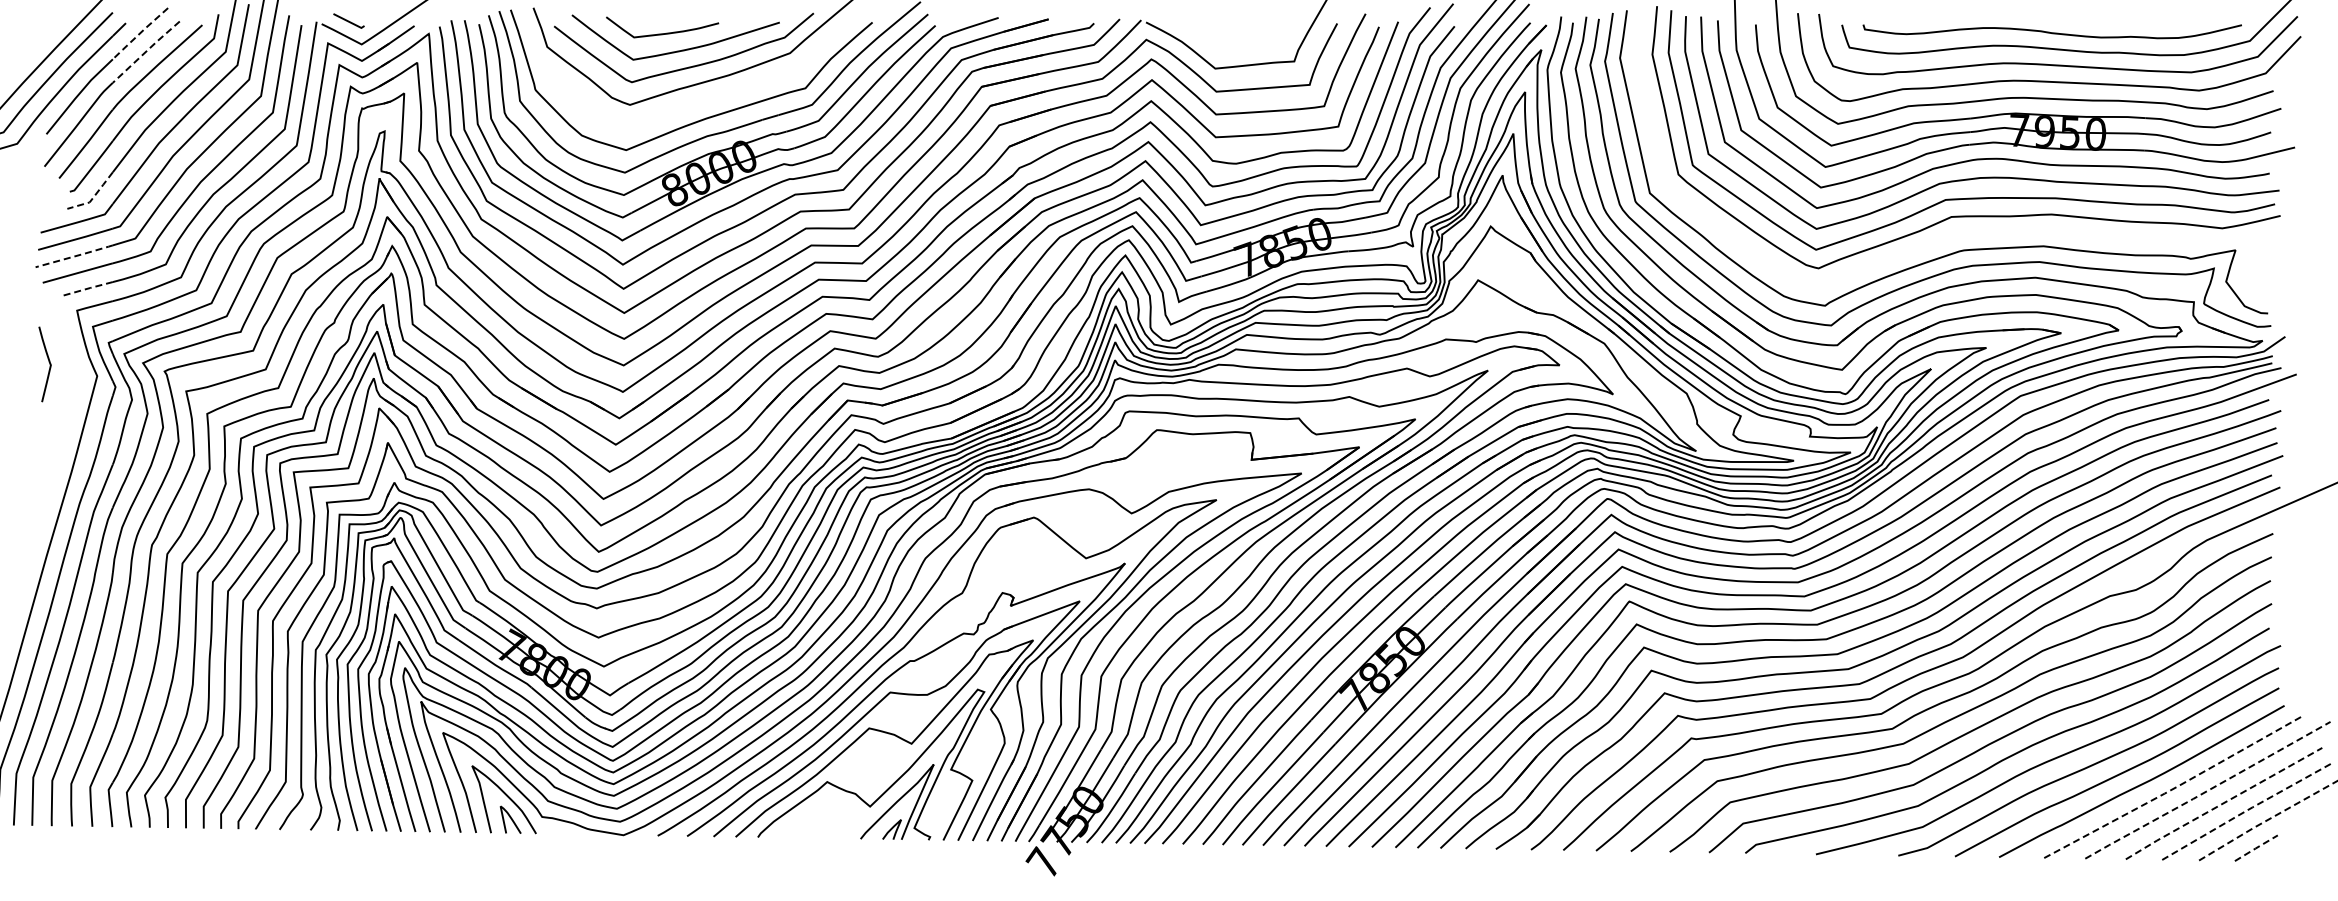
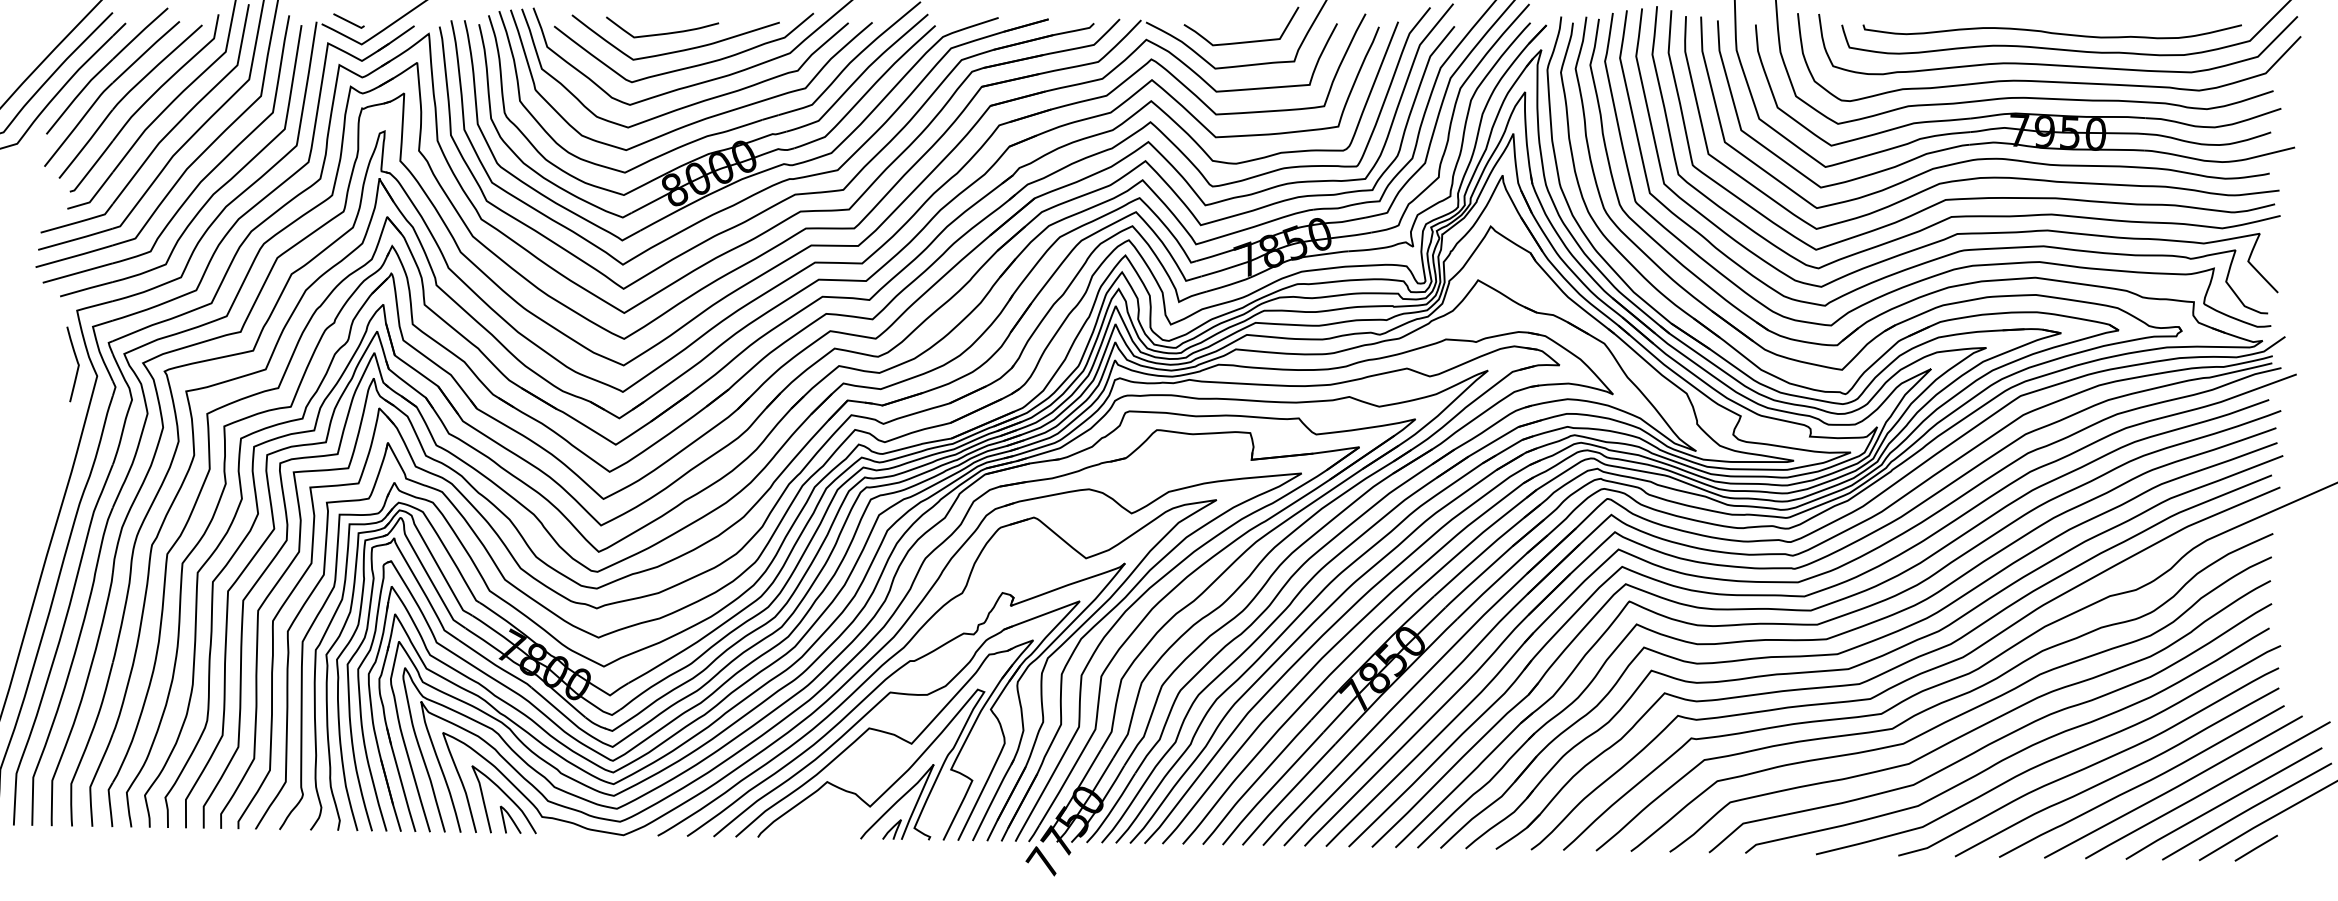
line at (139, 33): dashed -> solid
curve at (1241, 41): none -> present
line at (146, 51): dashed -> solid
curve at (695, 102): none -> present
line at (93, 197): dashed -> solid
curve at (1962, 232): none -> present
line at (75, 256): dashed -> solid
line at (86, 289): dashed -> solid
curve at (48, 362) position: (48, 362) -> (76, 362)
line at (2174, 788): dashed -> solid
line at (2207, 791): dashed -> solid
line at (2223, 803): dashed -> solid
line at (2246, 810): dashed -> solid
line at (2267, 820): dashed -> solid
line at (2255, 848): dashed -> solid
